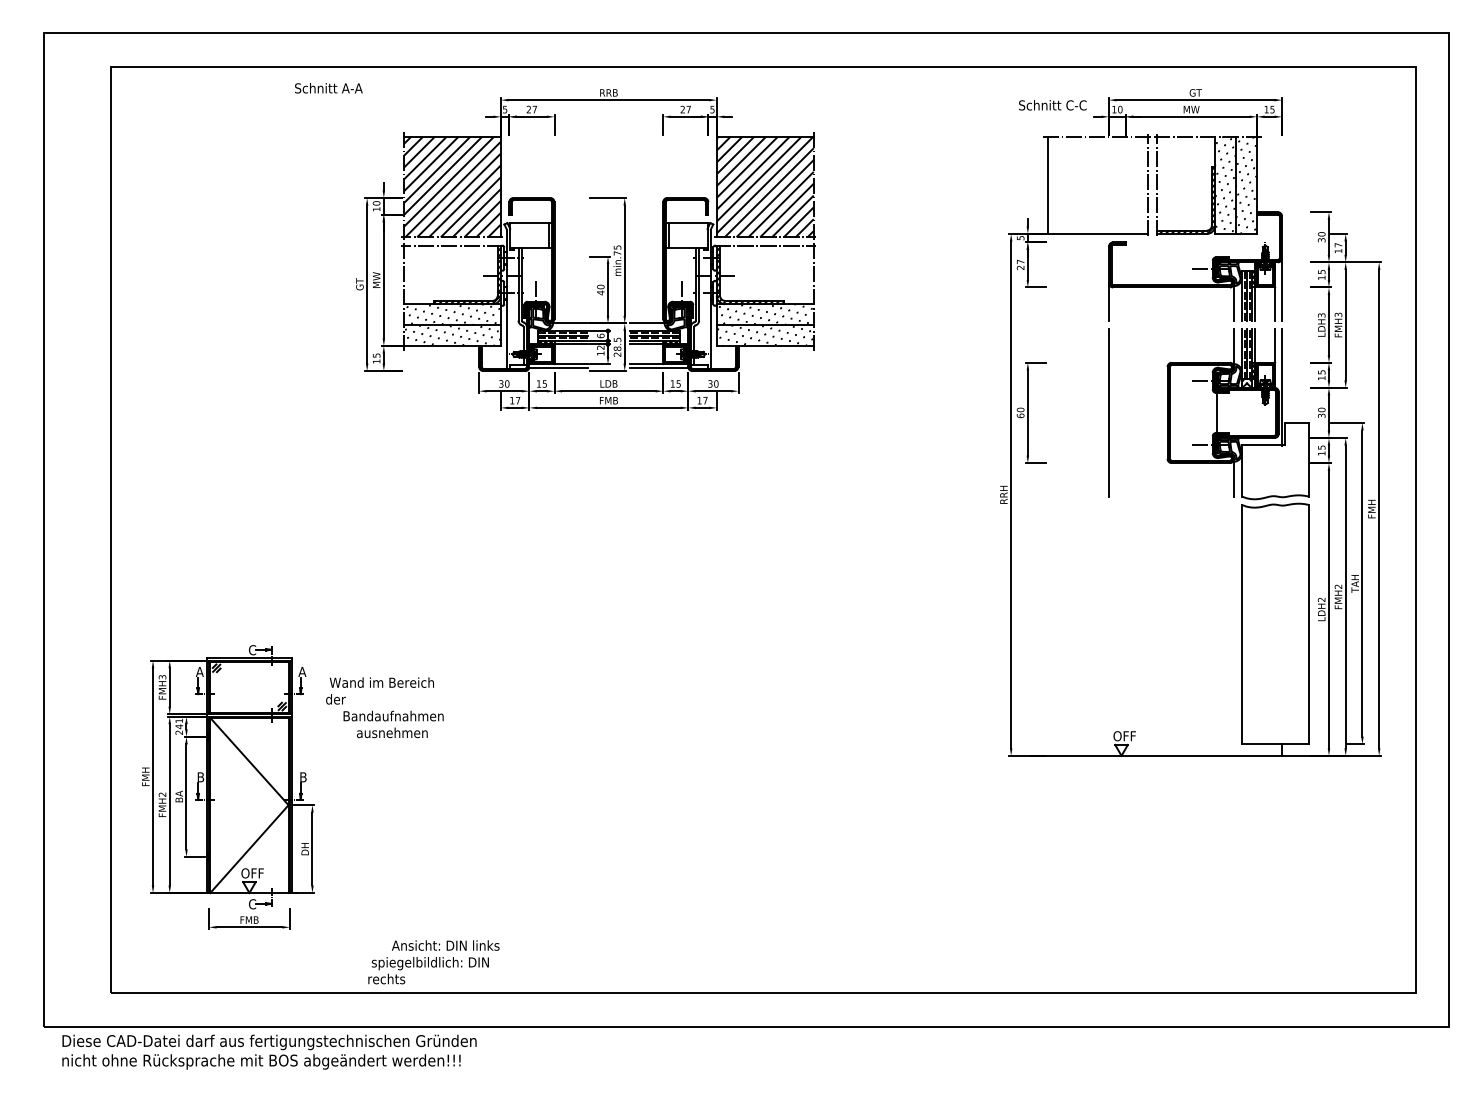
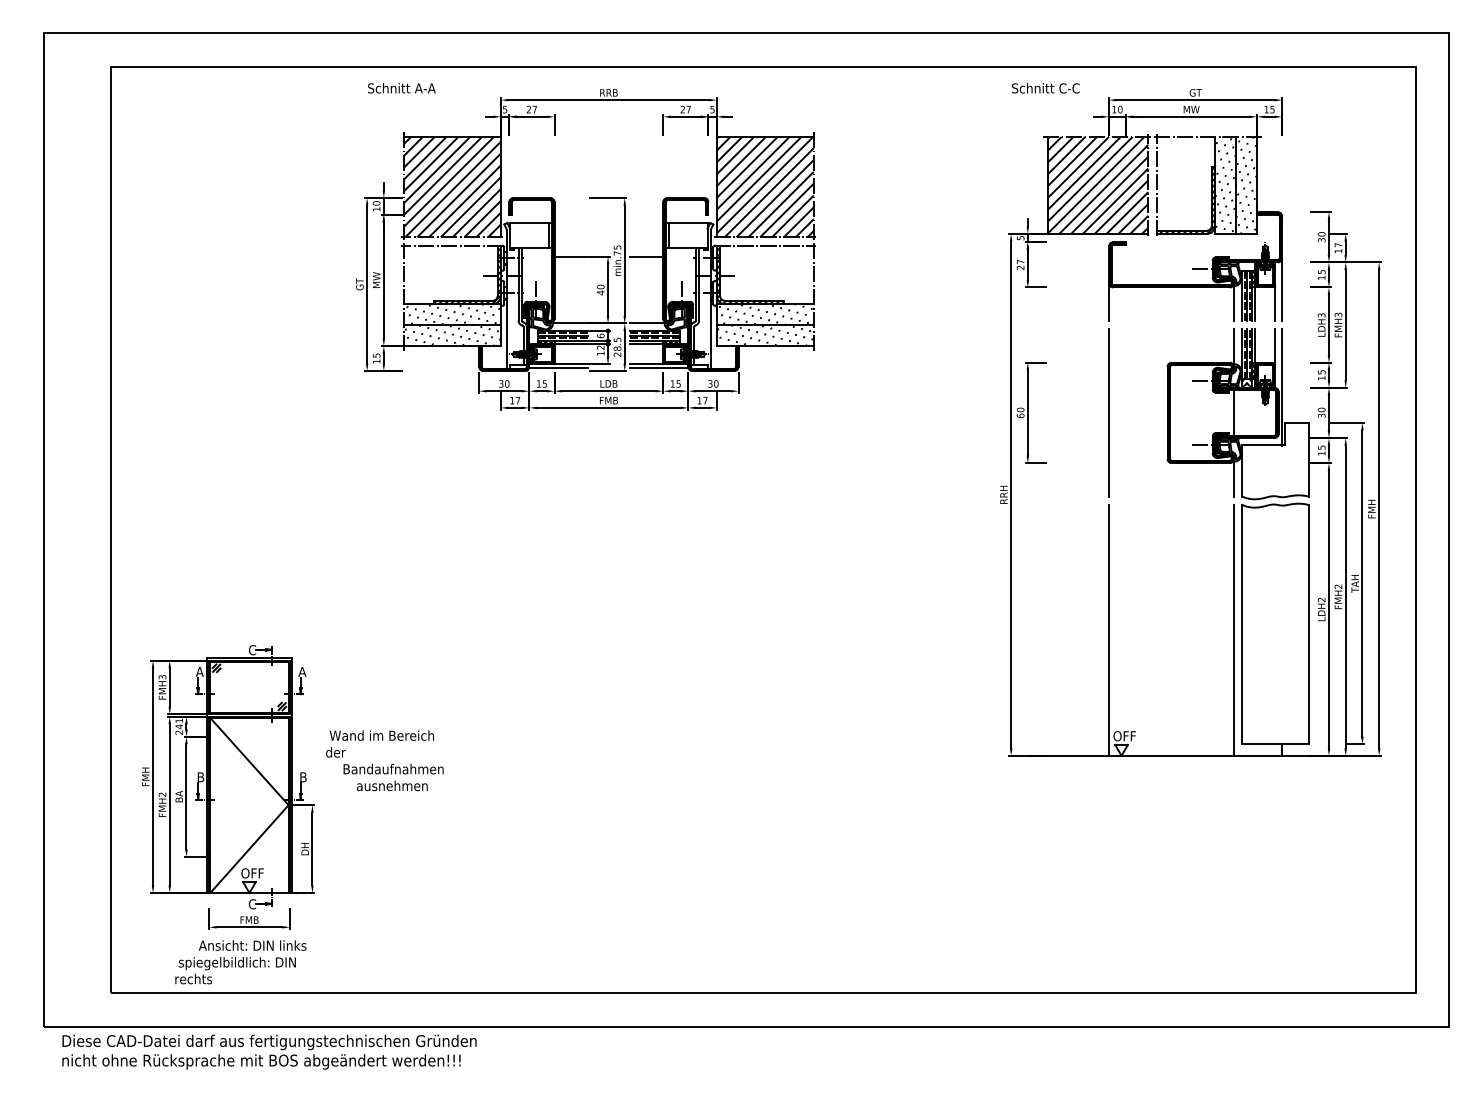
text at (328, 88) position: (328, 88) -> (401, 88)
text at (1052, 105) position: (1052, 105) -> (1045, 88)
hatch at (1097, 184): none -> present
line at (570, 256): none -> present
line at (646, 256): none -> present
line at (1217, 412) position: (1217, 412) -> (1234, 412)
line at (1109, 629): none -> present
line at (1234, 629): none -> present
text at (384, 707) position: (384, 707) -> (384, 760)
text at (433, 962) position: (433, 962) -> (240, 962)
